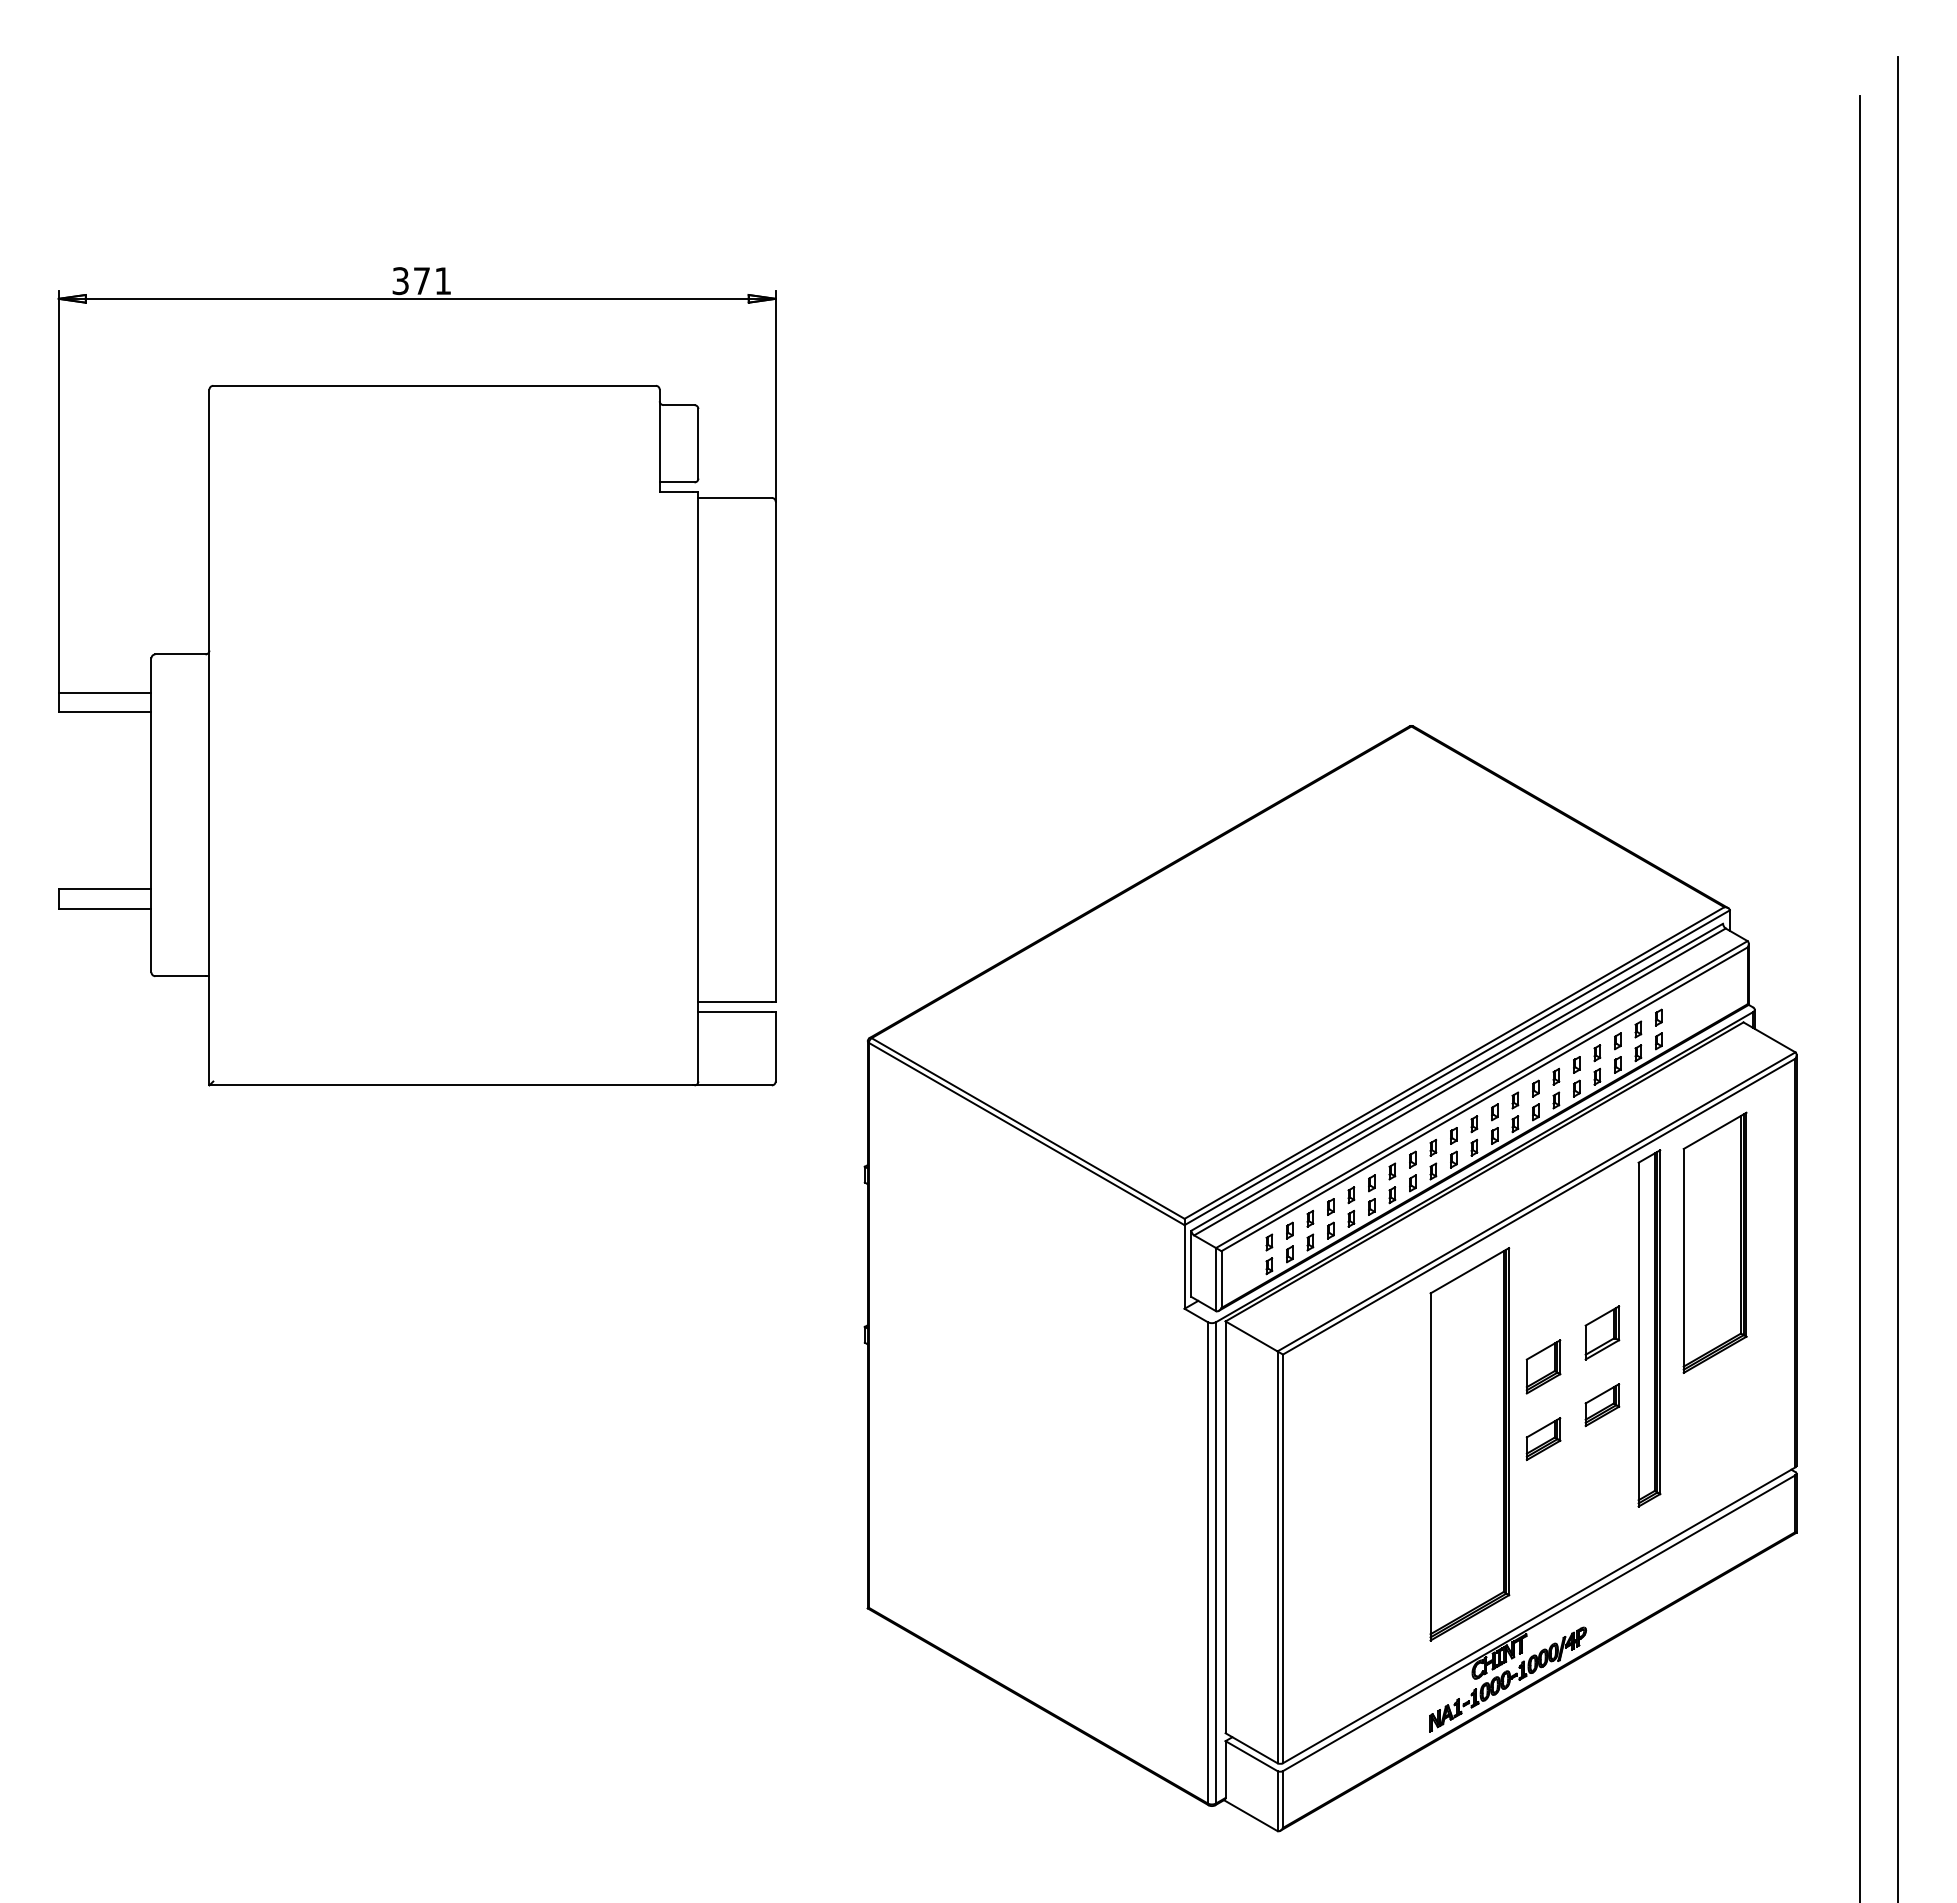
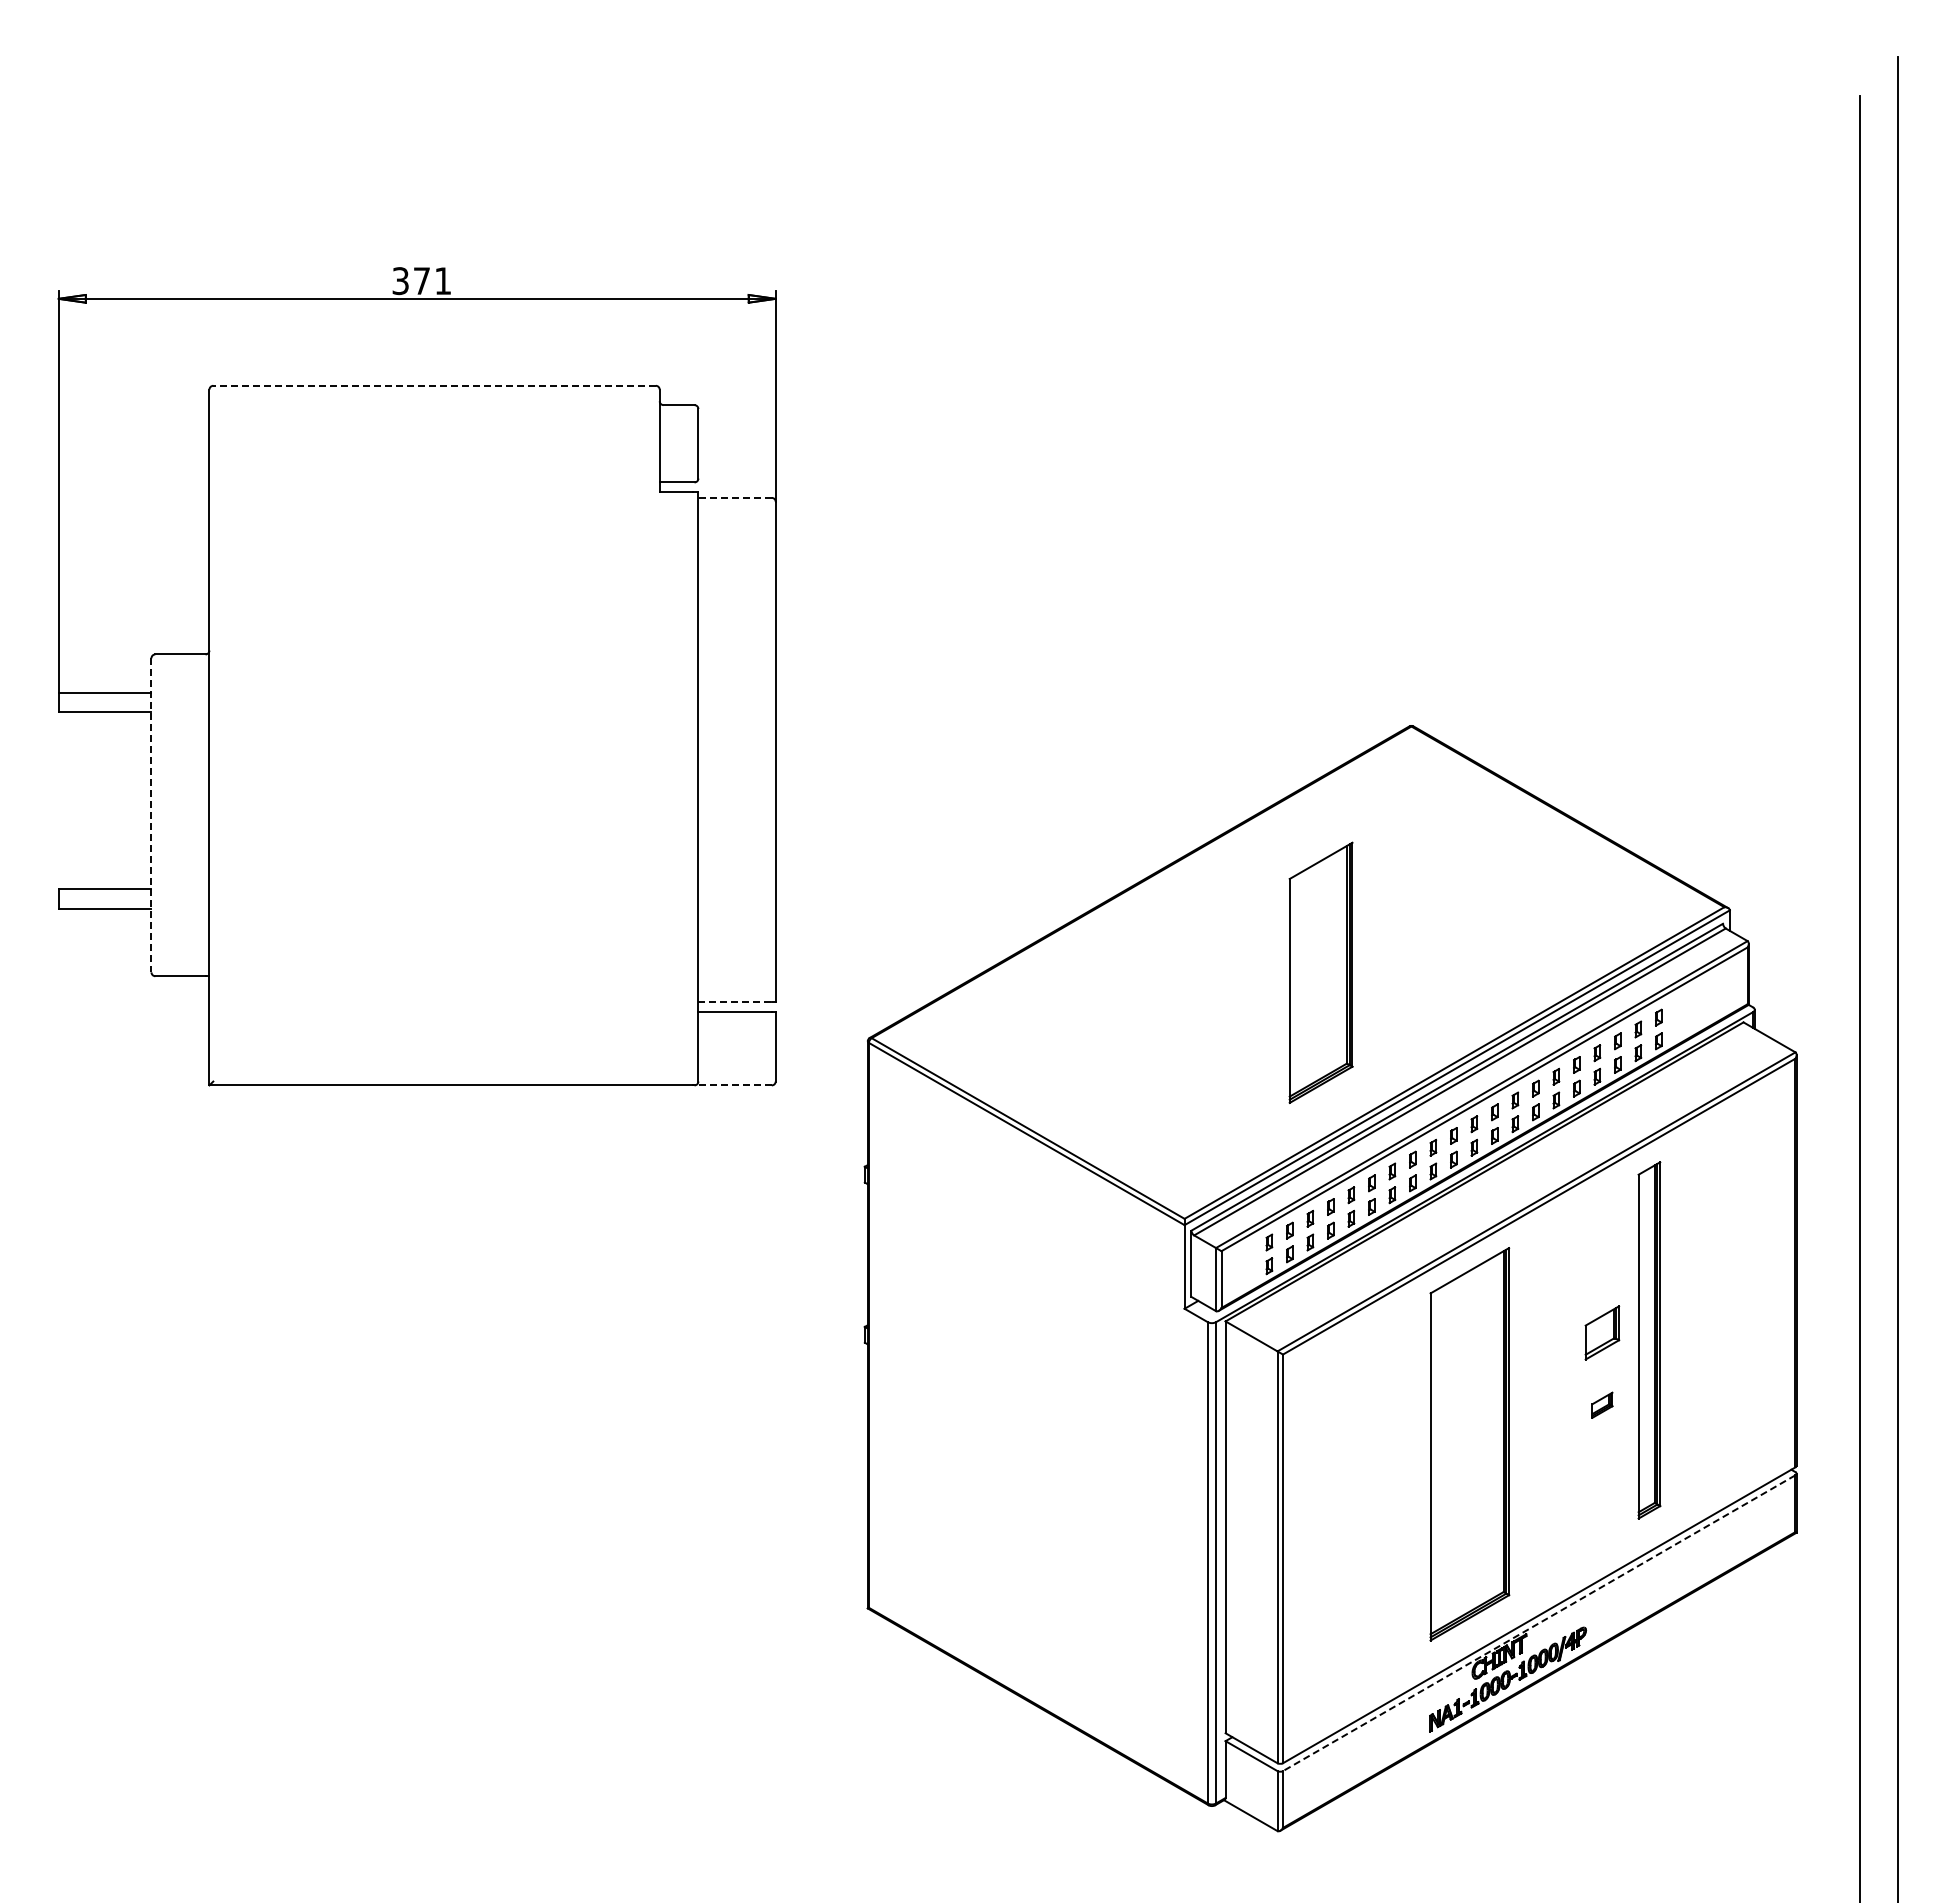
line at (434, 385): solid -> dashed
line at (735, 497): solid -> dashed
line at (151, 815): solid -> dashed
line at (735, 1002): solid -> dashed
line at (733, 1085): solid -> dashed
part at (1714, 1242) position: (1714, 1242) -> (1320, 972)
part at (1649, 1328) position: (1649, 1328) -> (1649, 1340)
part at (1543, 1366): present -> none
part at (1602, 1405) size: 37x45 px -> 23x28 px
part at (1543, 1439): present -> none
line at (1539, 1623): solid -> dashed
